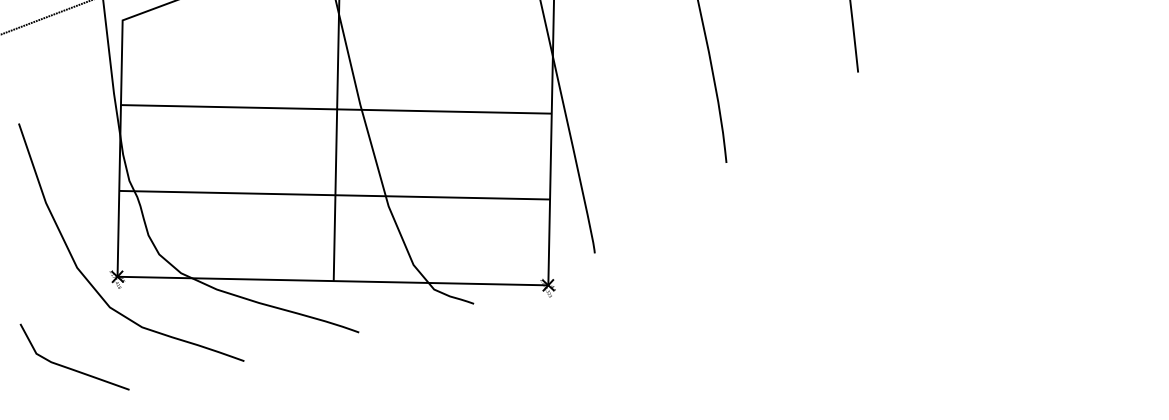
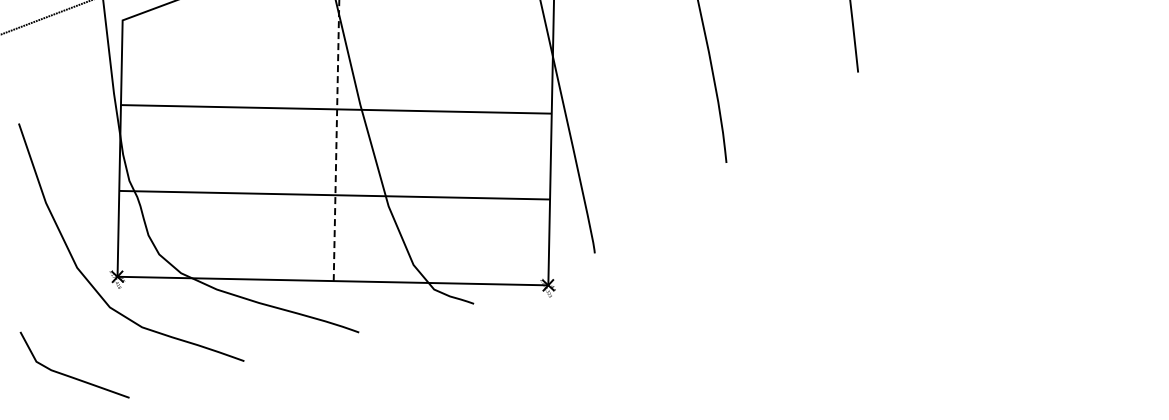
line at (336, 140): solid -> dashed
curve at (69, 367) position: (69, 367) -> (69, 375)
